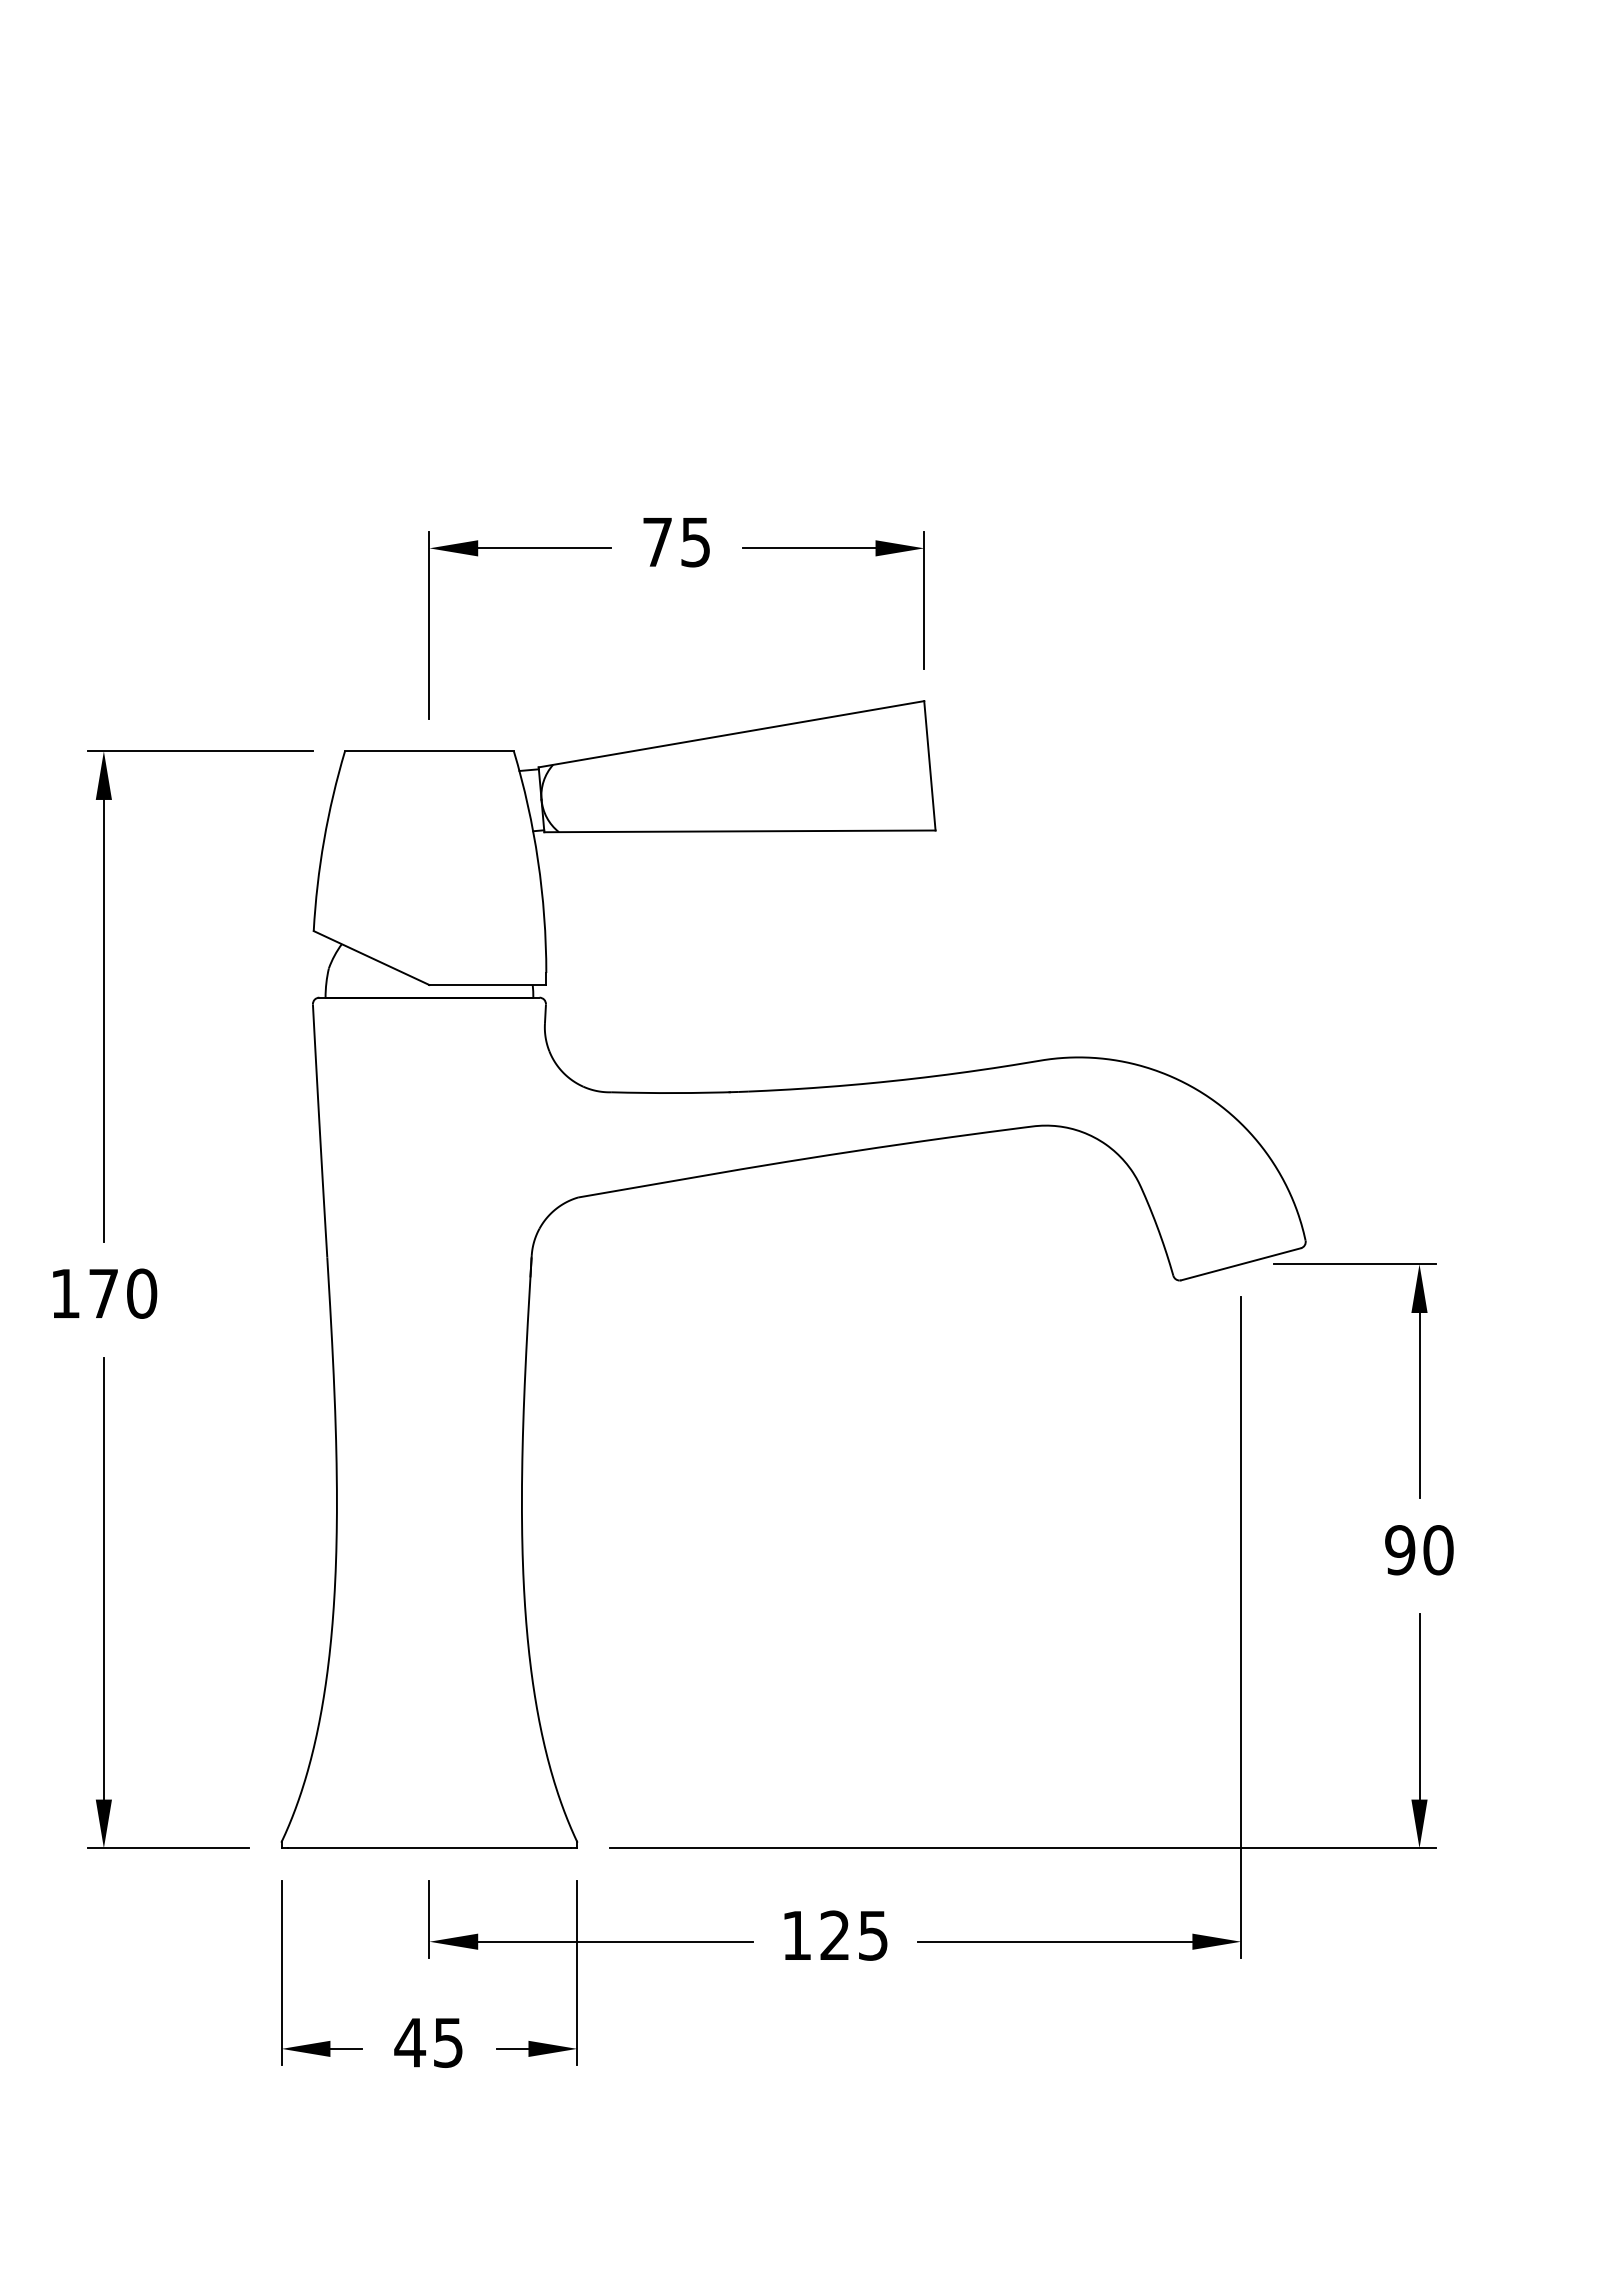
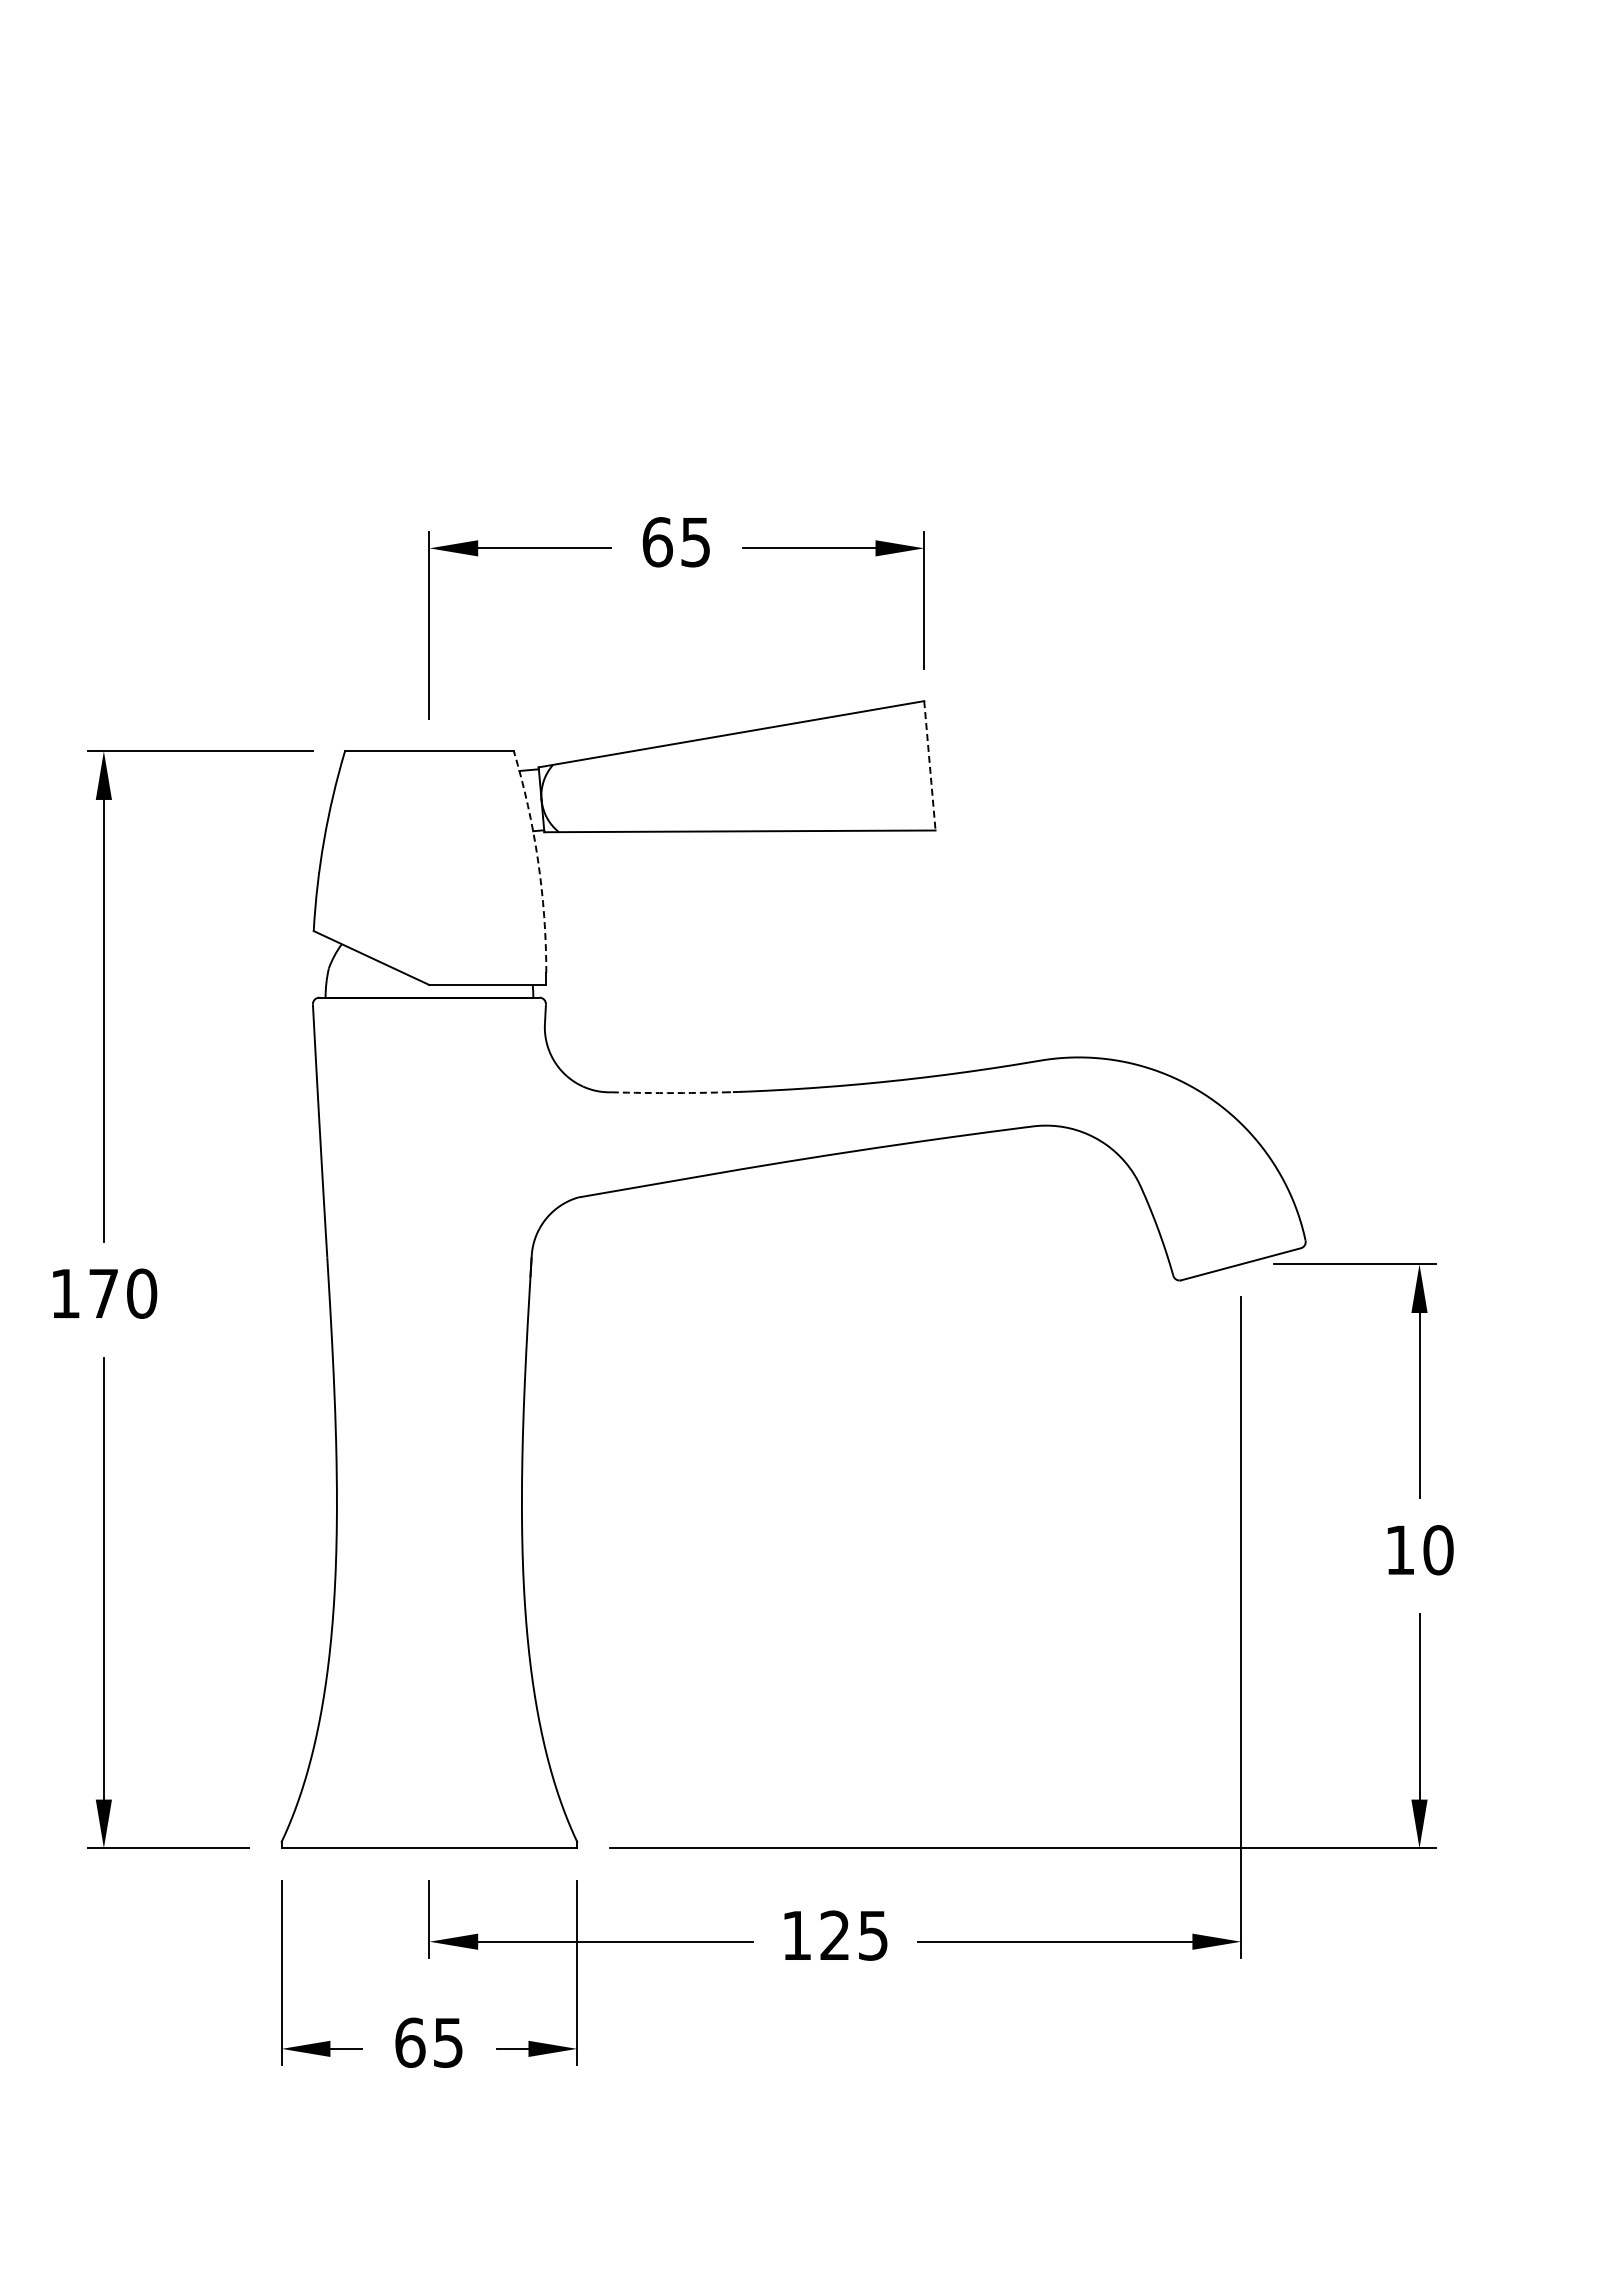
text at (657, 542): 75 -> 65
line at (929, 765): solid -> dashed
arc at (538, 860): solid -> dashed
arc at (675, 1093): solid -> dashed
text at (1400, 1550): 90 -> 10
text at (410, 2042): 45 -> 65
